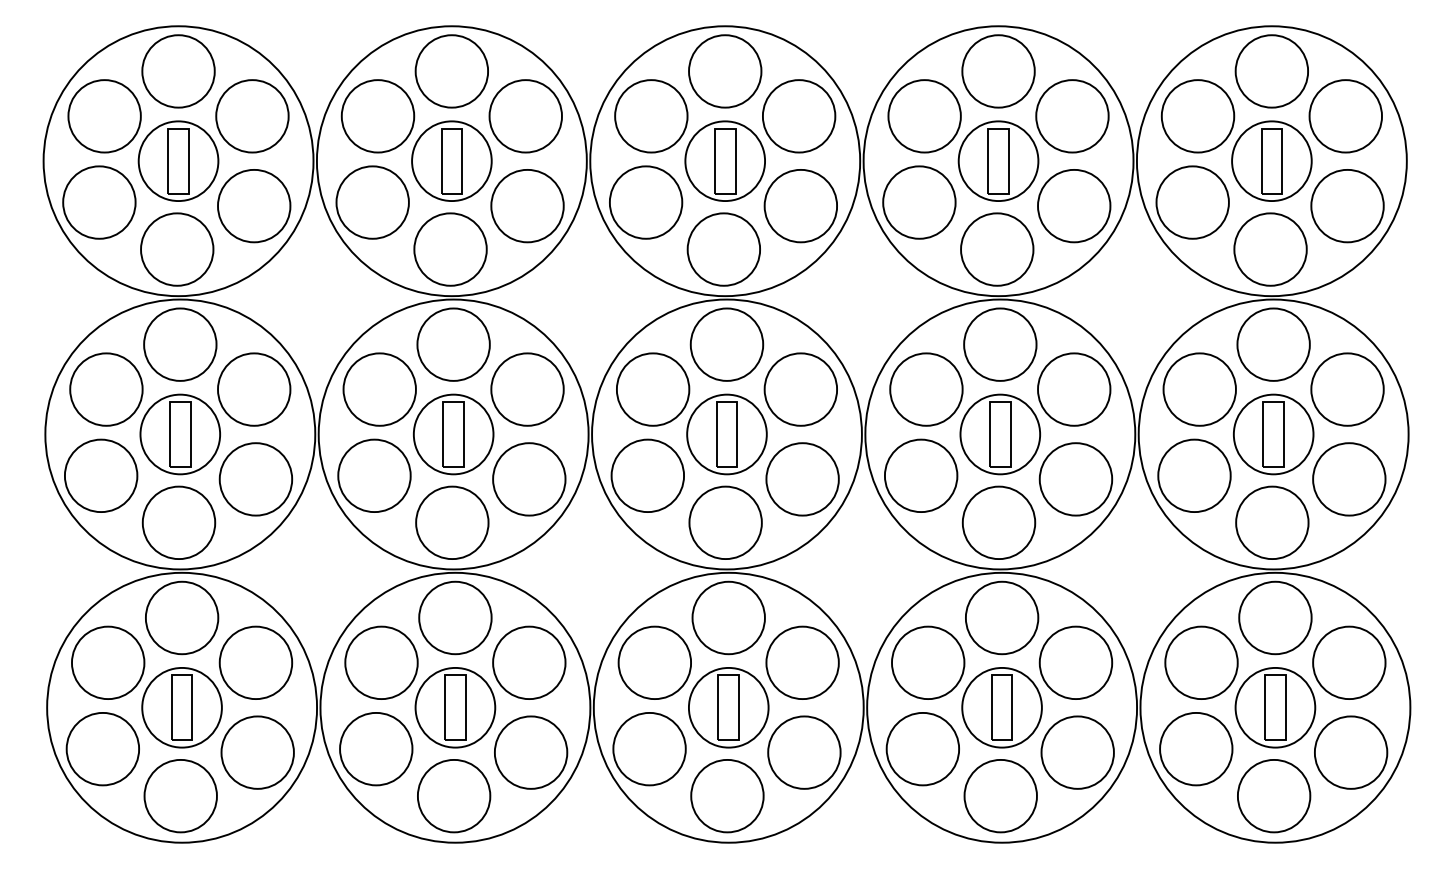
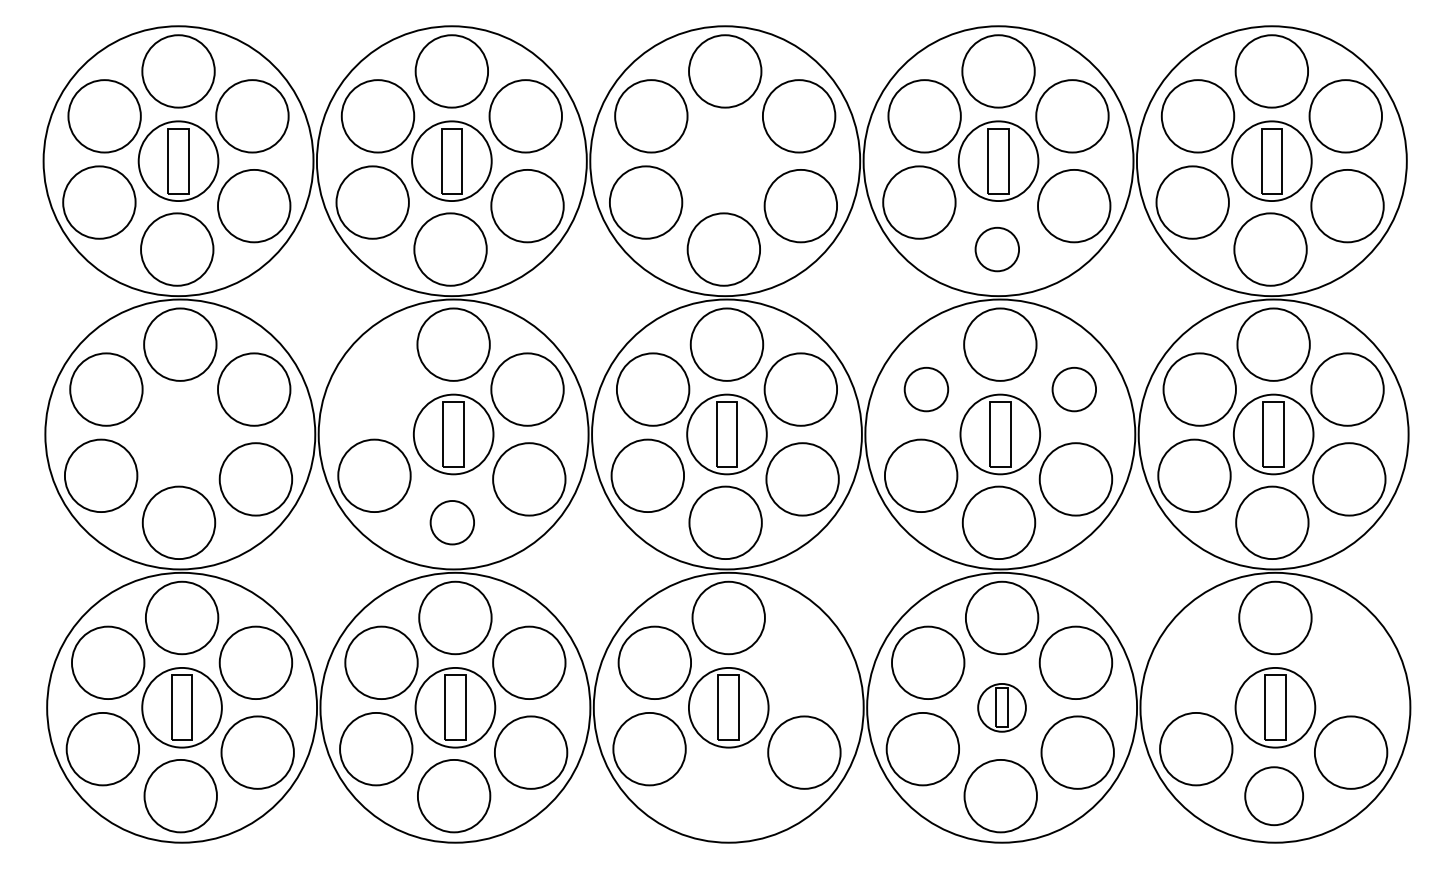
part at (724, 160): present -> none
part at (997, 249) size: 75x75 px -> 46x47 px
part at (379, 389): present -> none
part at (926, 389) size: 75x75 px -> 47x46 px
part at (1074, 389) size: 75x75 px -> 46x47 px
part at (179, 434): present -> none
part at (452, 522) size: 75x75 px -> 46x46 px
part at (802, 662): present -> none
part at (1201, 662): present -> none
part at (1349, 662): present -> none
part at (1001, 707) size: 82x82 px -> 50x50 px
part at (727, 796): present -> none
part at (1274, 796) size: 75x75 px -> 60x61 px
